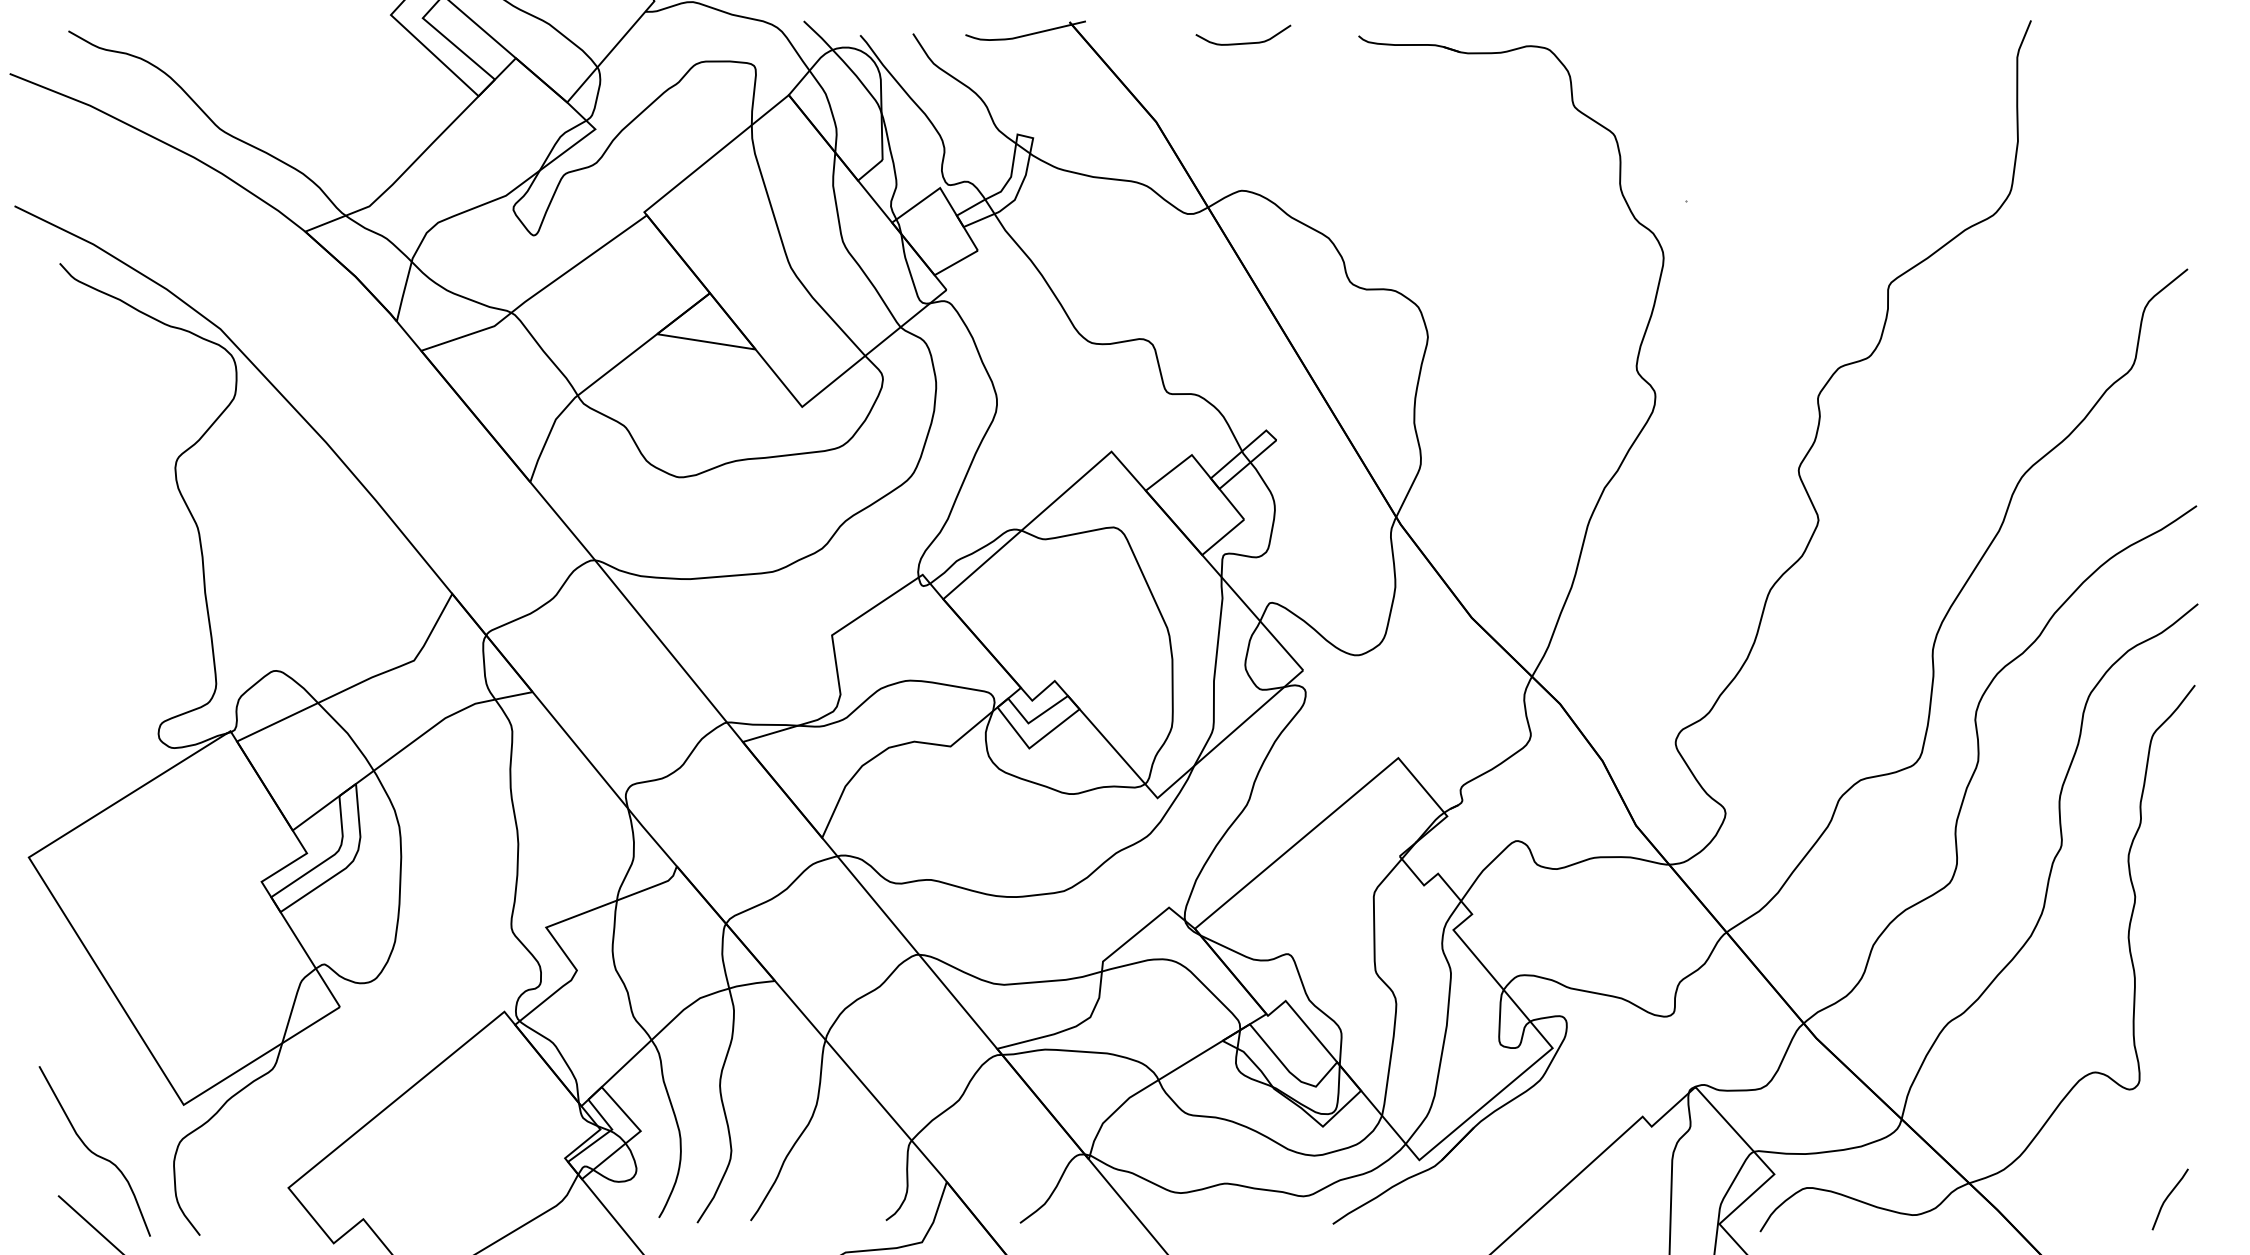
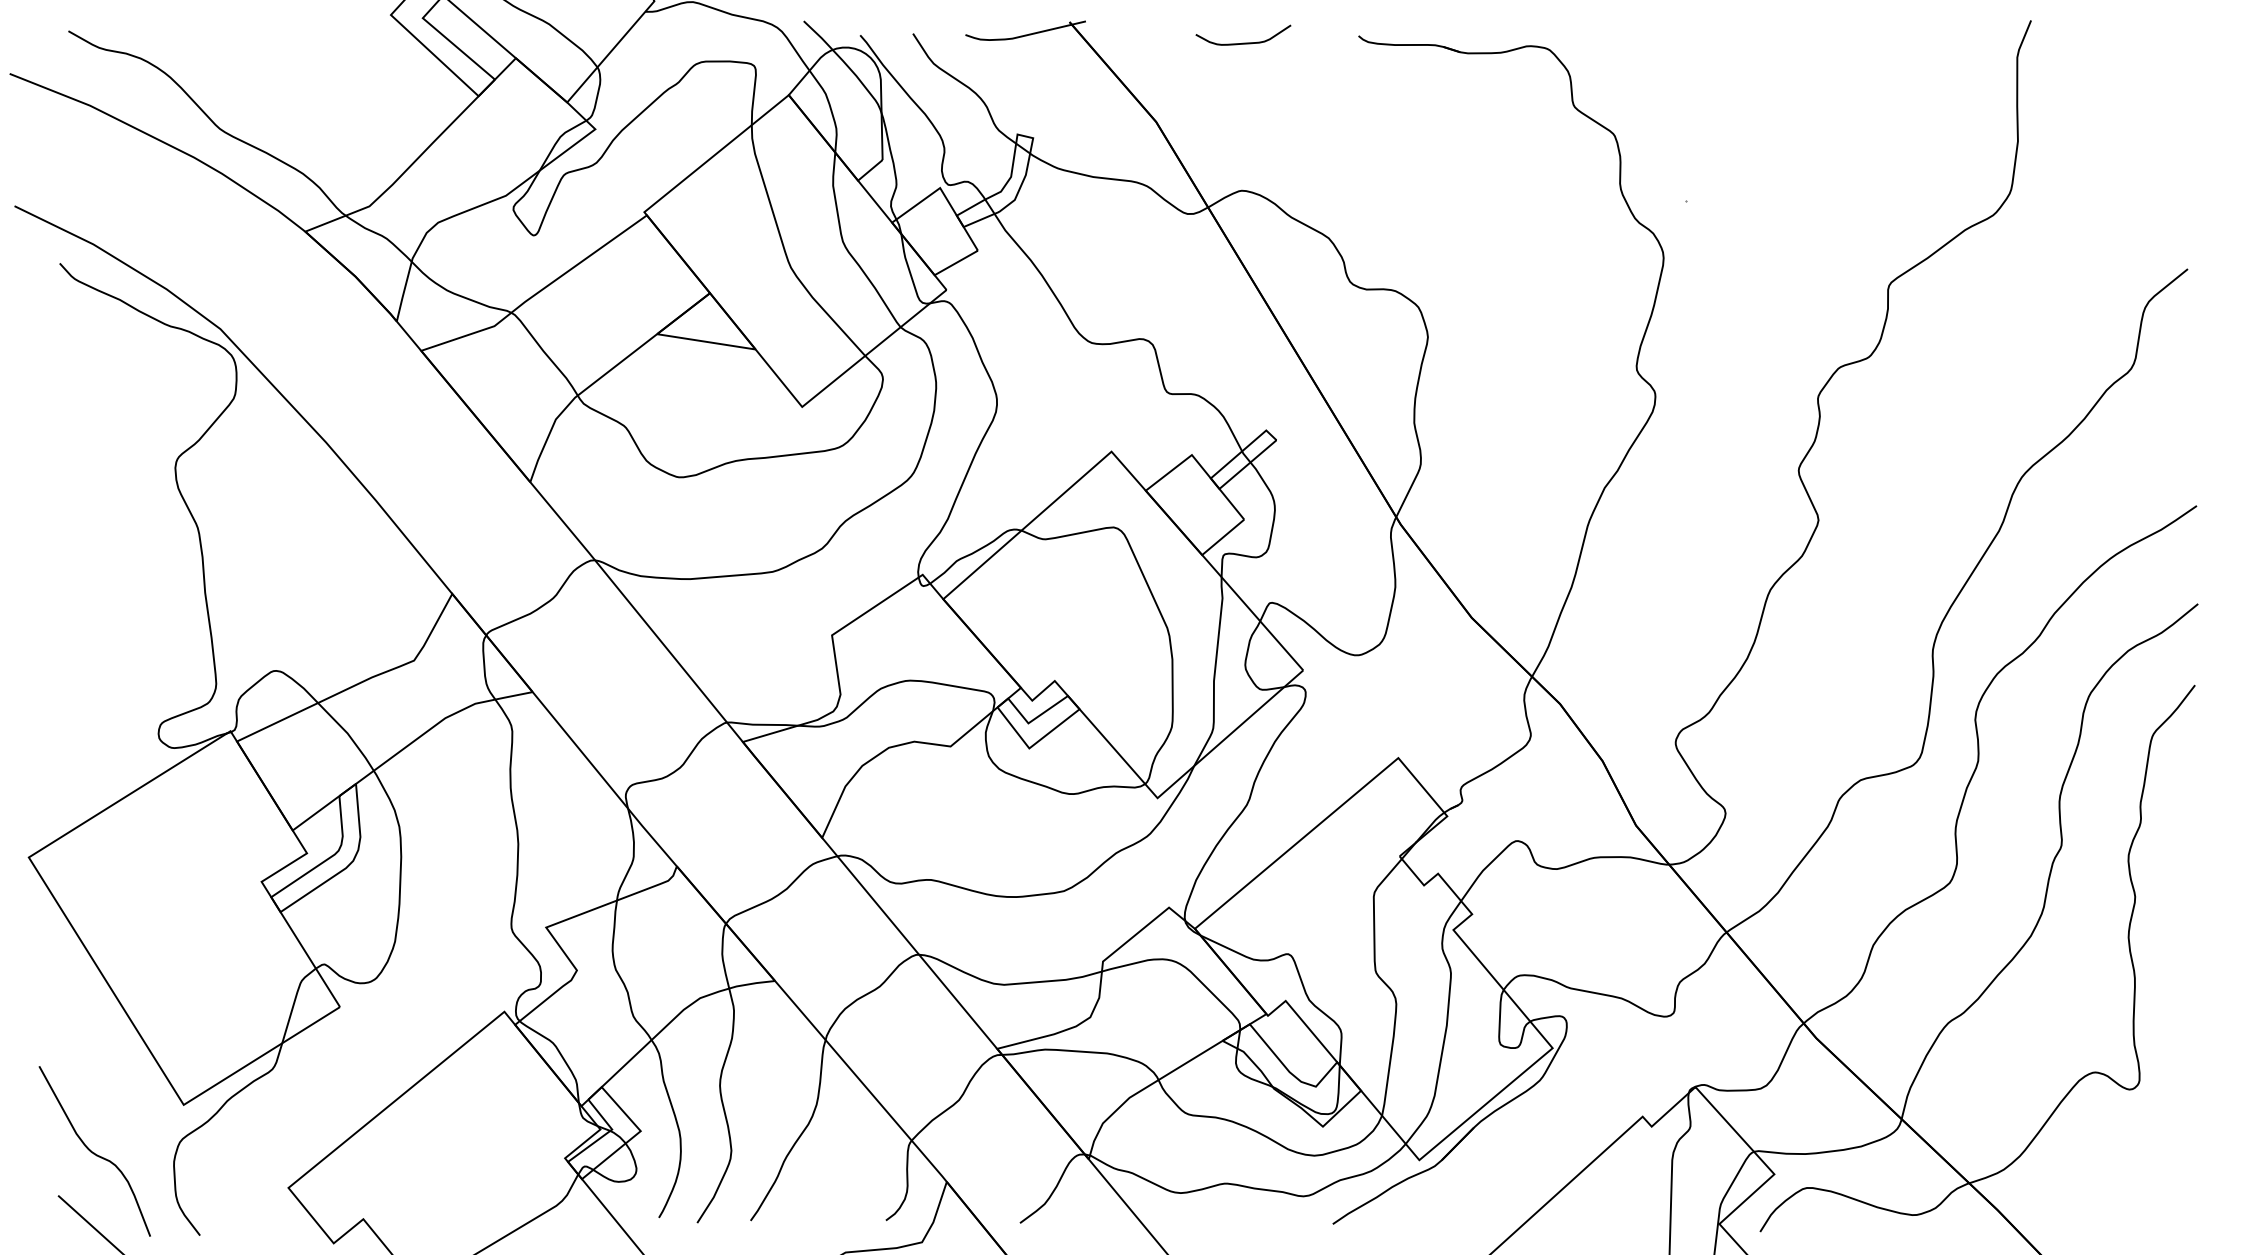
curve at (2168, 1197): present -> none
